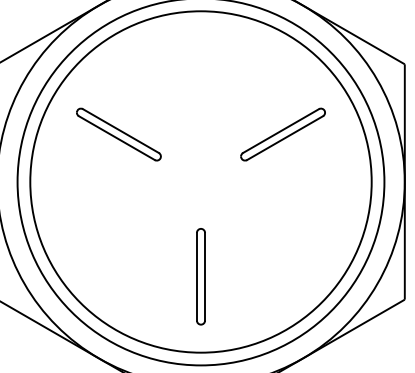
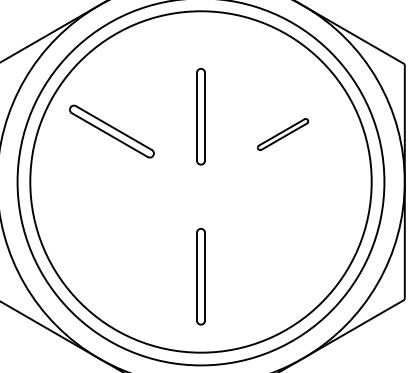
part at (200, 116): none -> present
part at (118, 134) position: (118, 134) -> (111, 131)
part at (282, 134) size: 86x55 px -> 53x33 px
